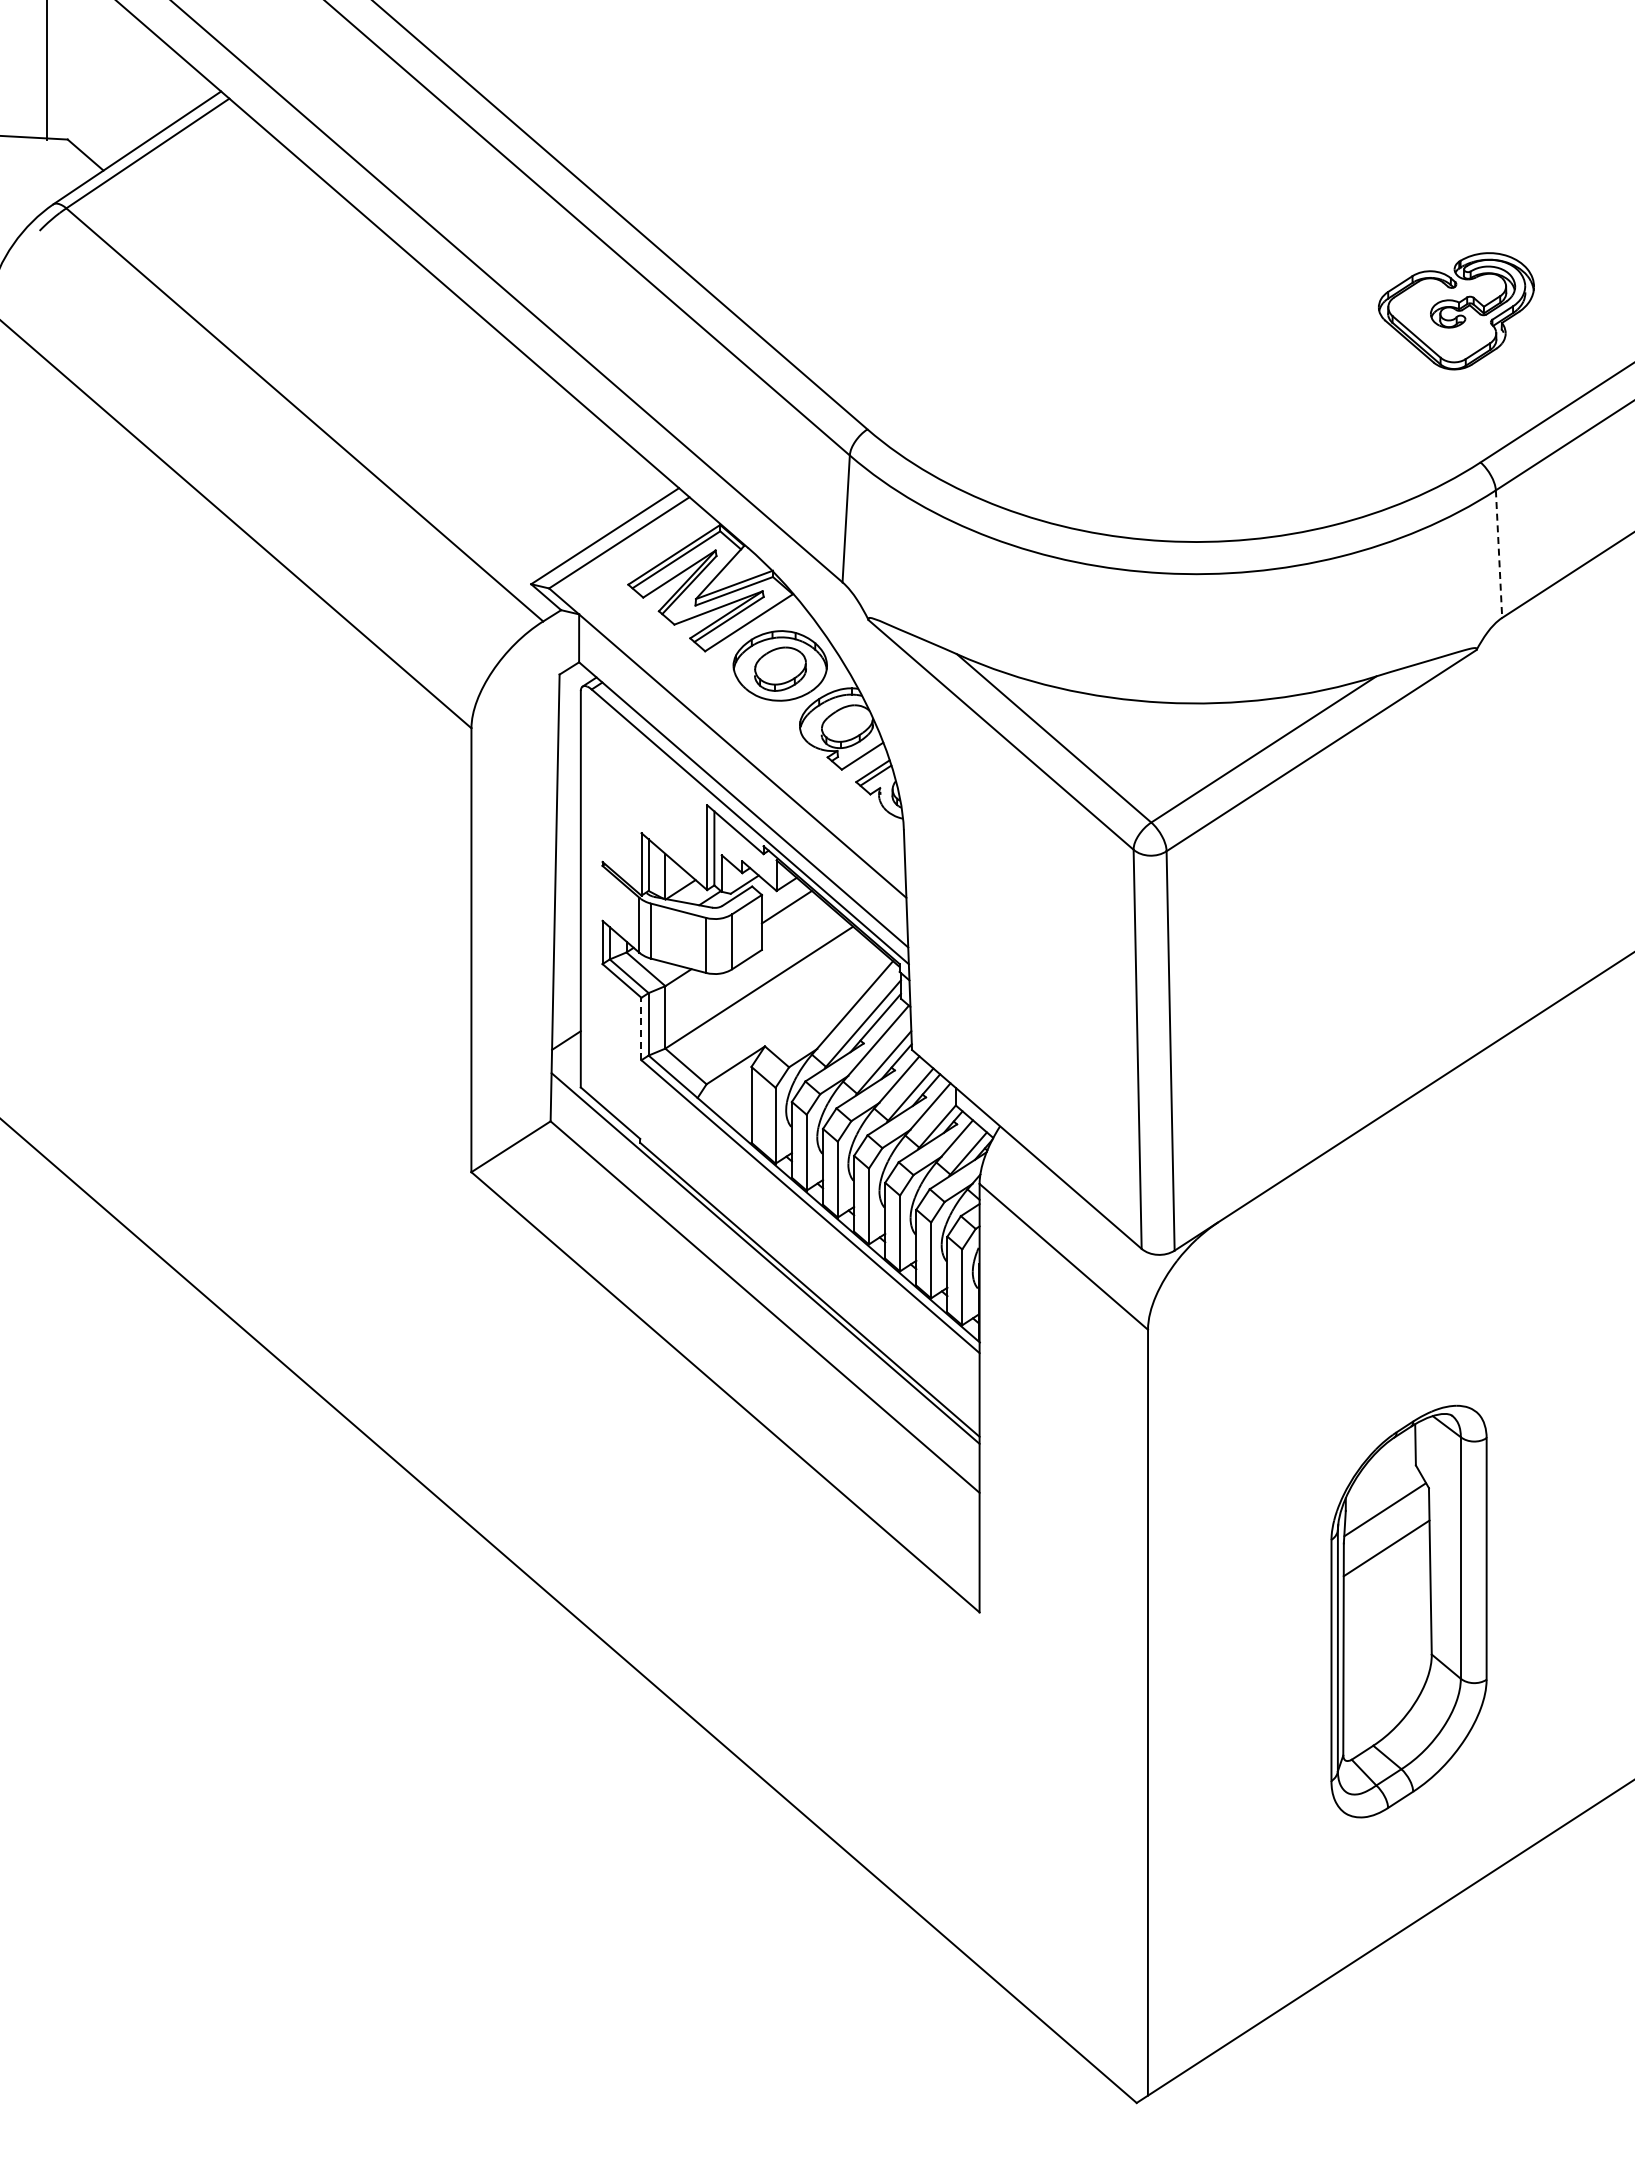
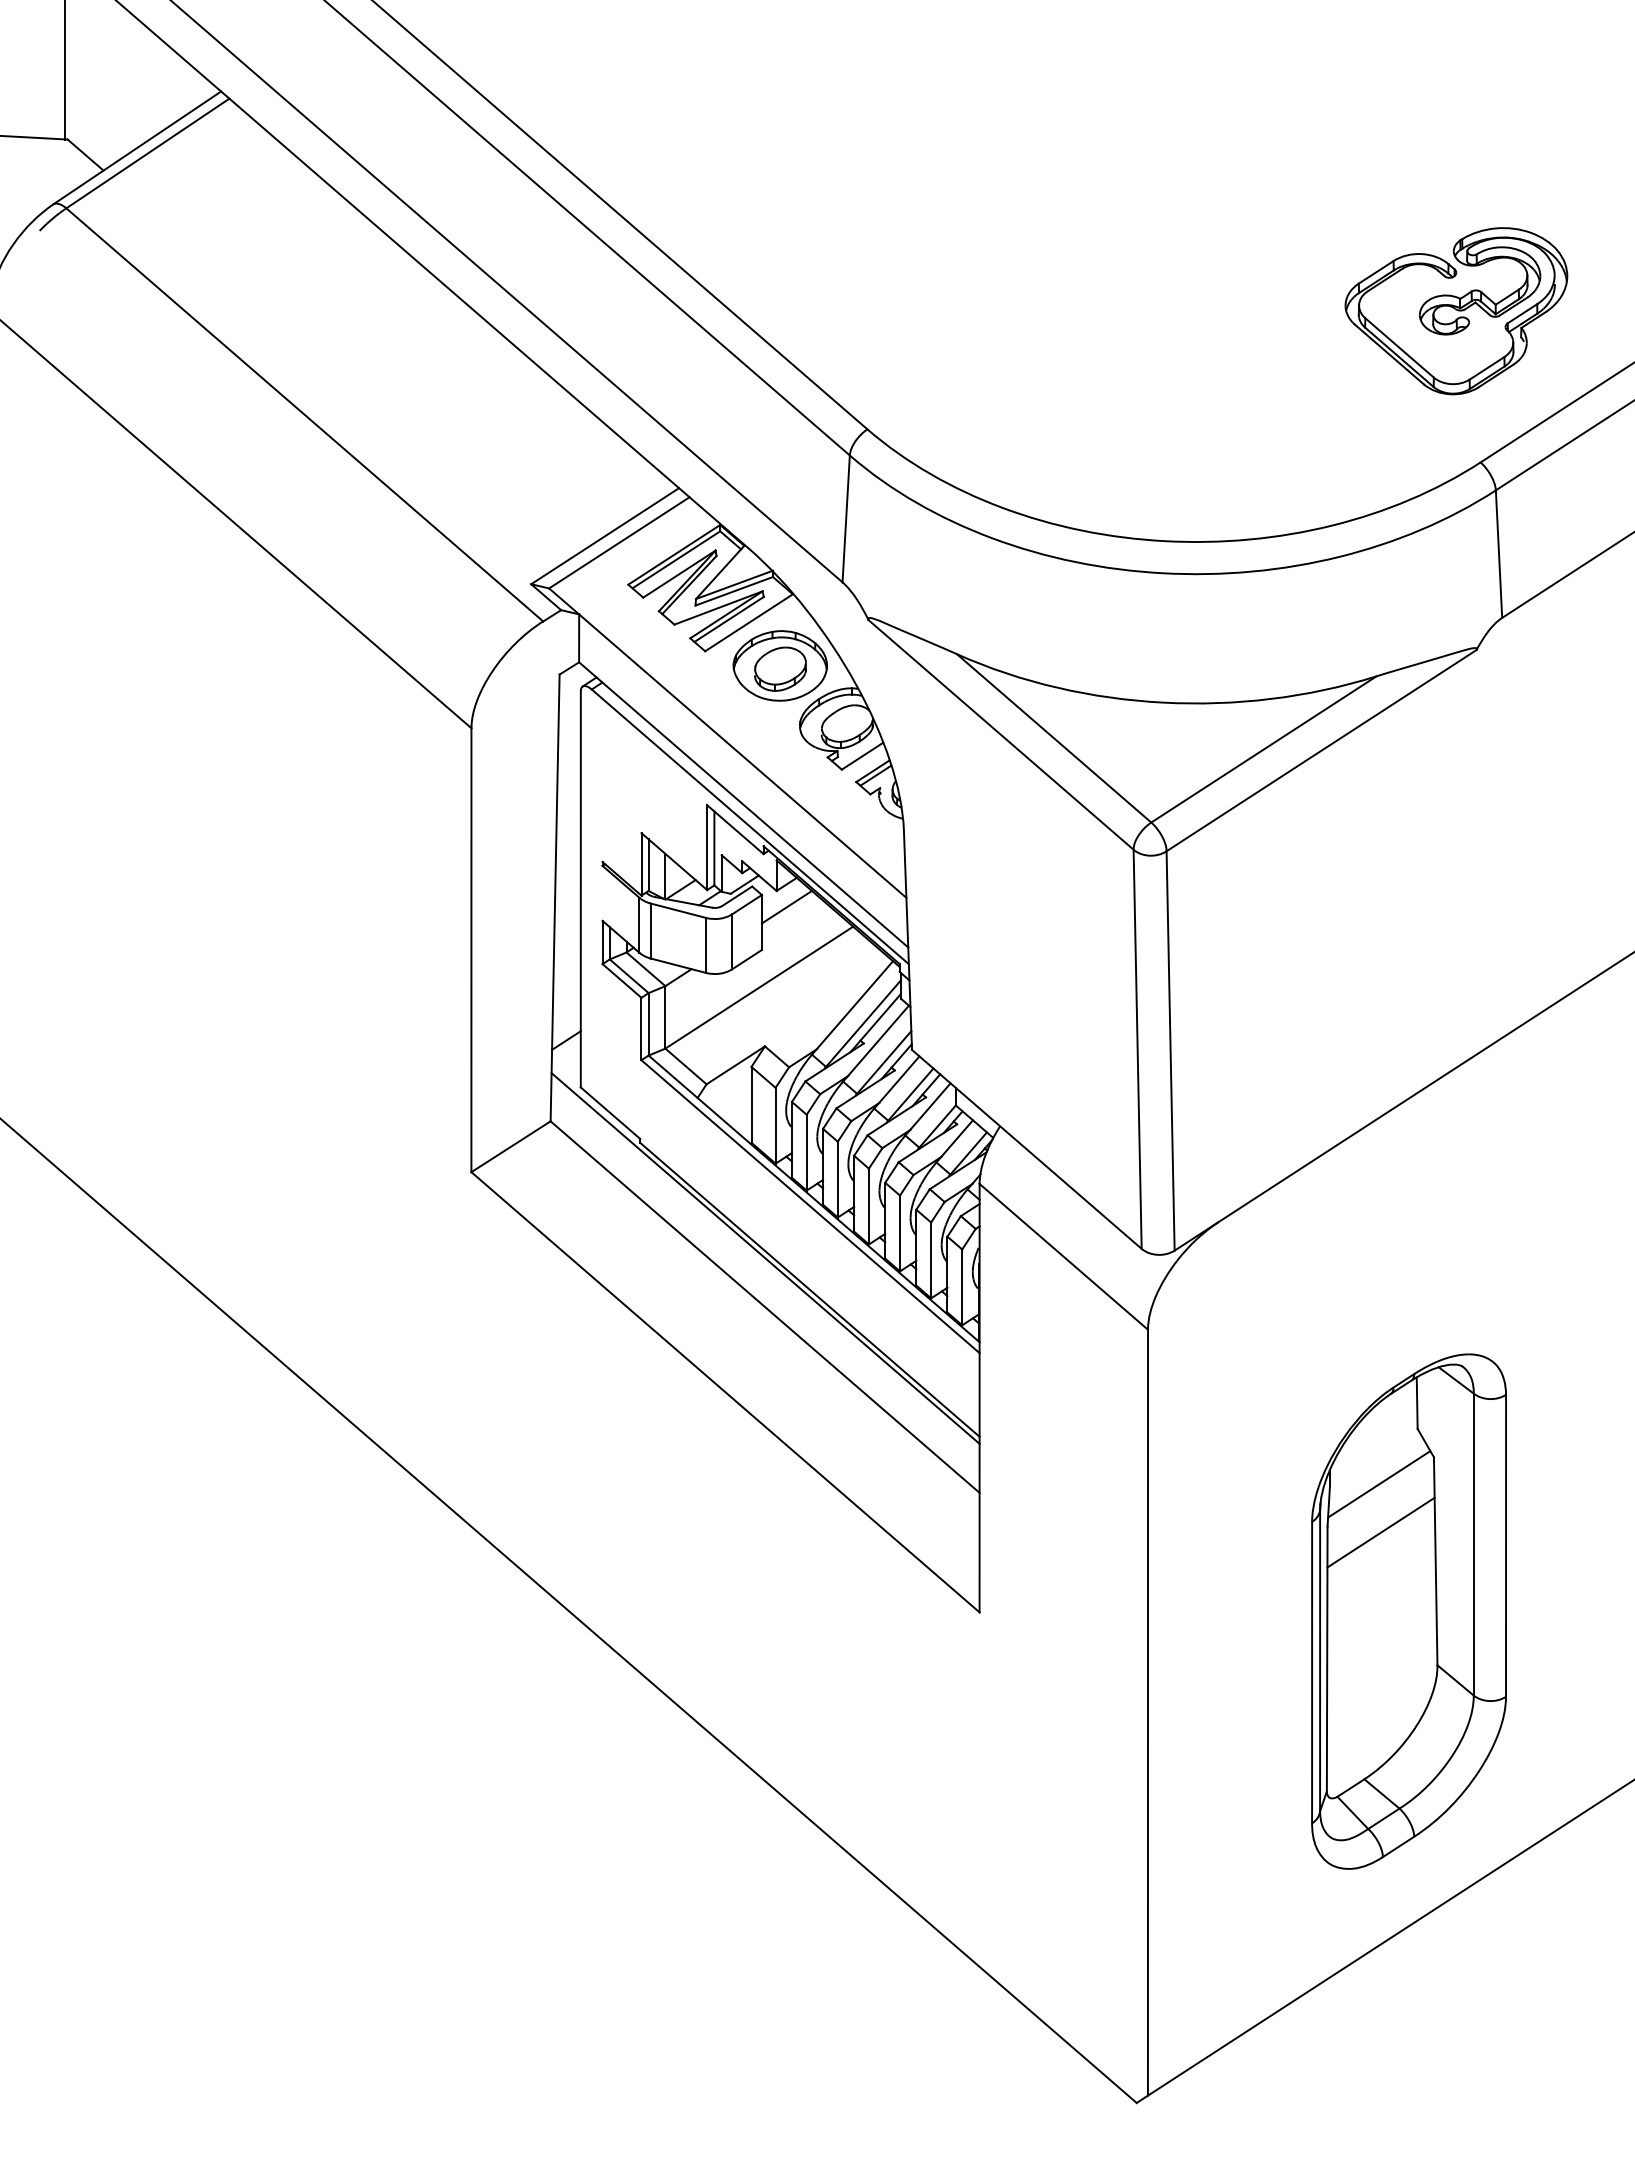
line at (46, 70) position: (46, 70) -> (64, 70)
part at (1456, 311) size: 157x119 px -> 225x169 px
line at (1499, 554): dashed -> solid
line at (641, 1028): dashed -> solid
part at (1408, 1611) size: 158x415 px -> 196x517 px
